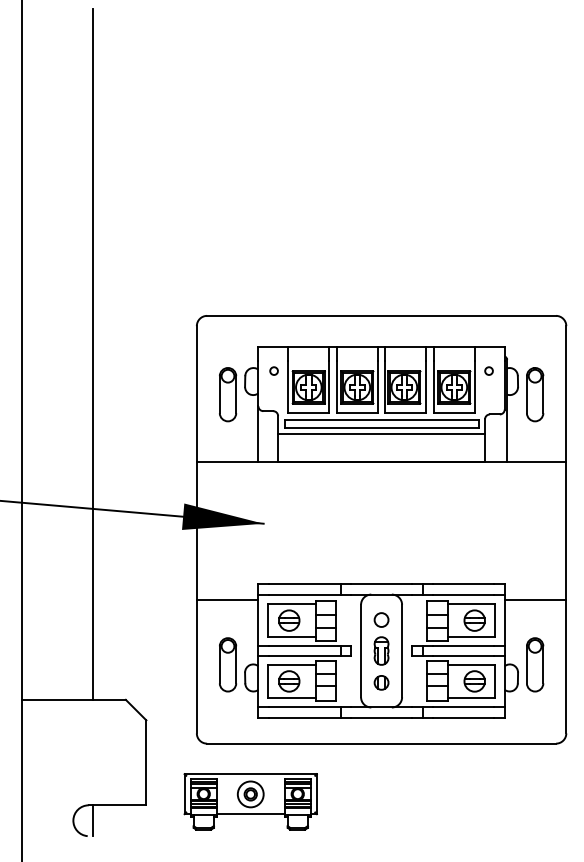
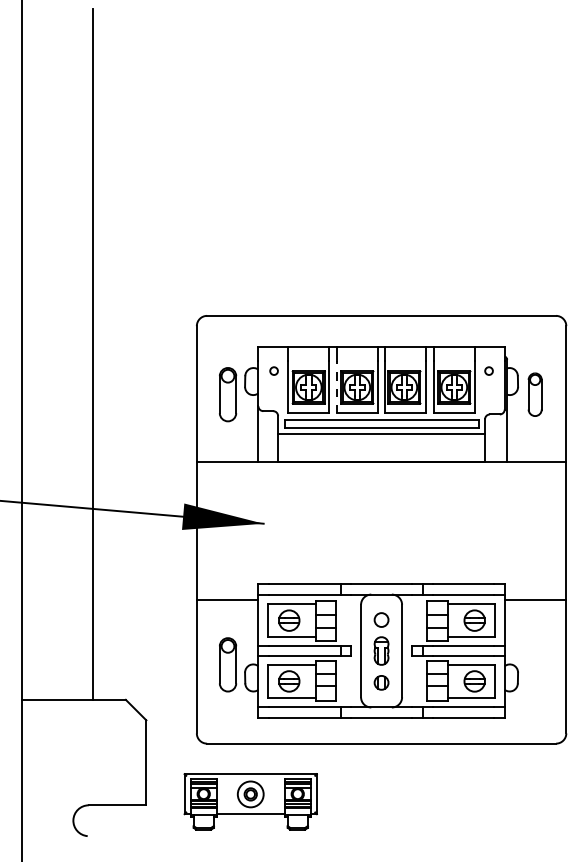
line at (336, 386): solid -> dashed
part at (535, 394) size: 19x56 px -> 16x45 px
part at (535, 664): present -> none
line at (92, 820): present -> none
